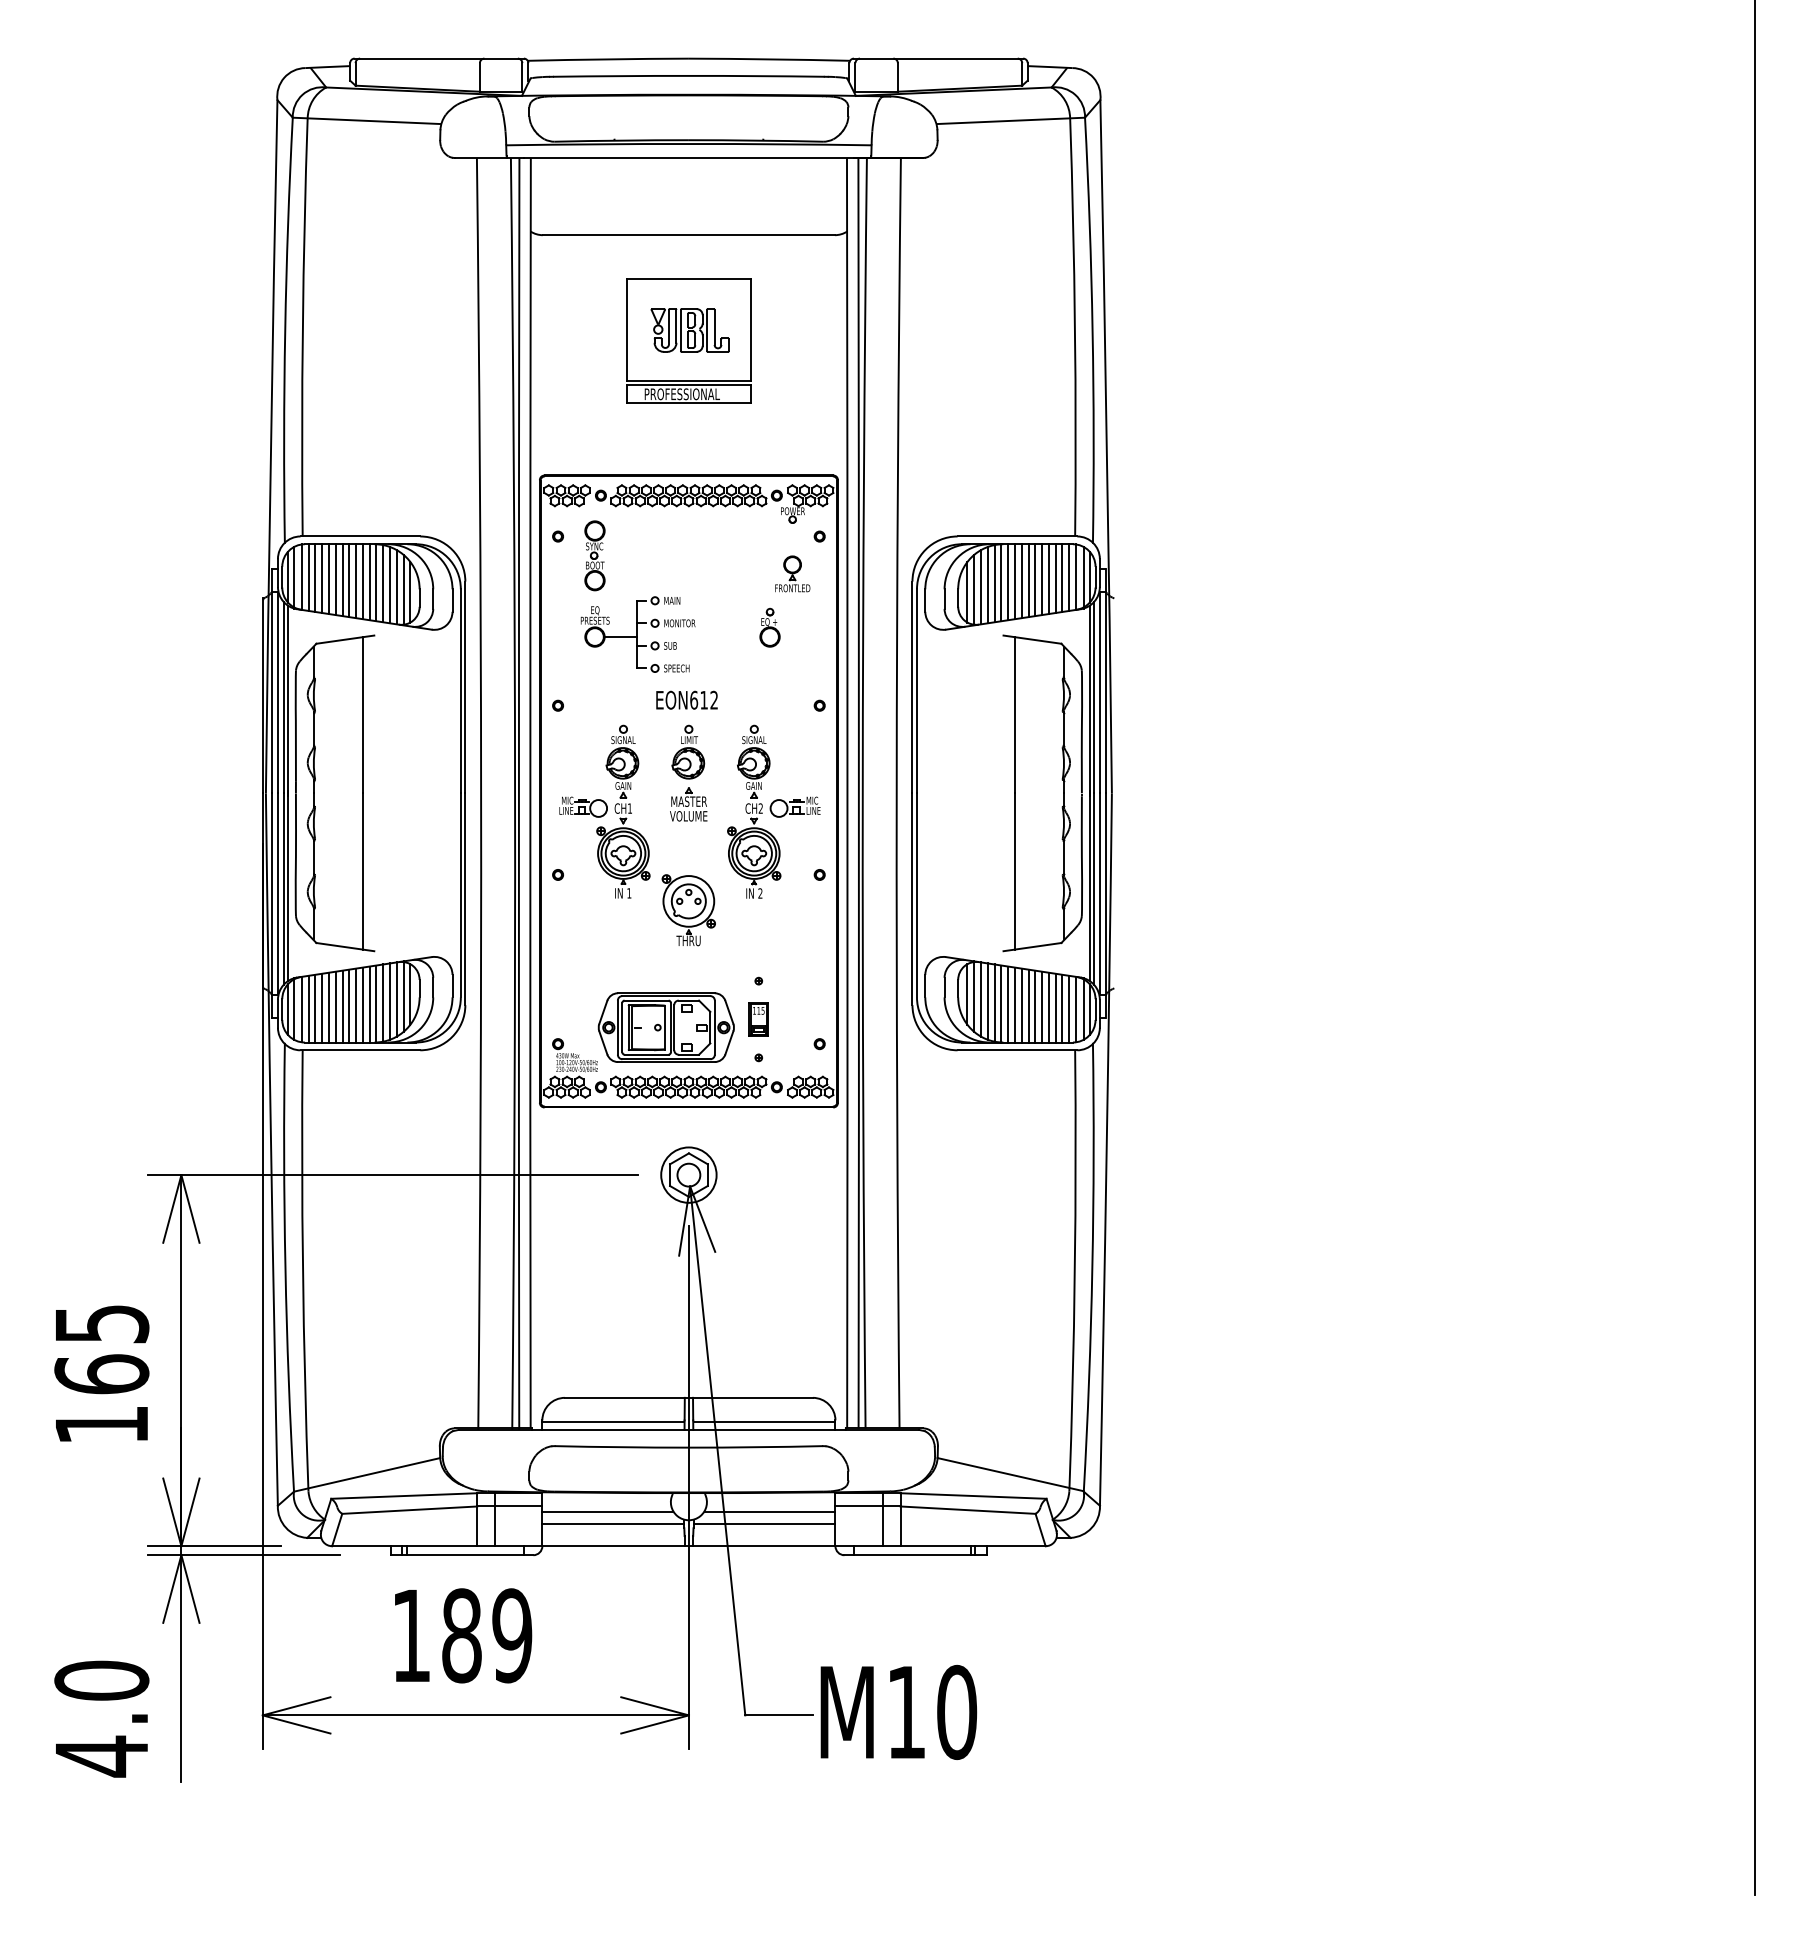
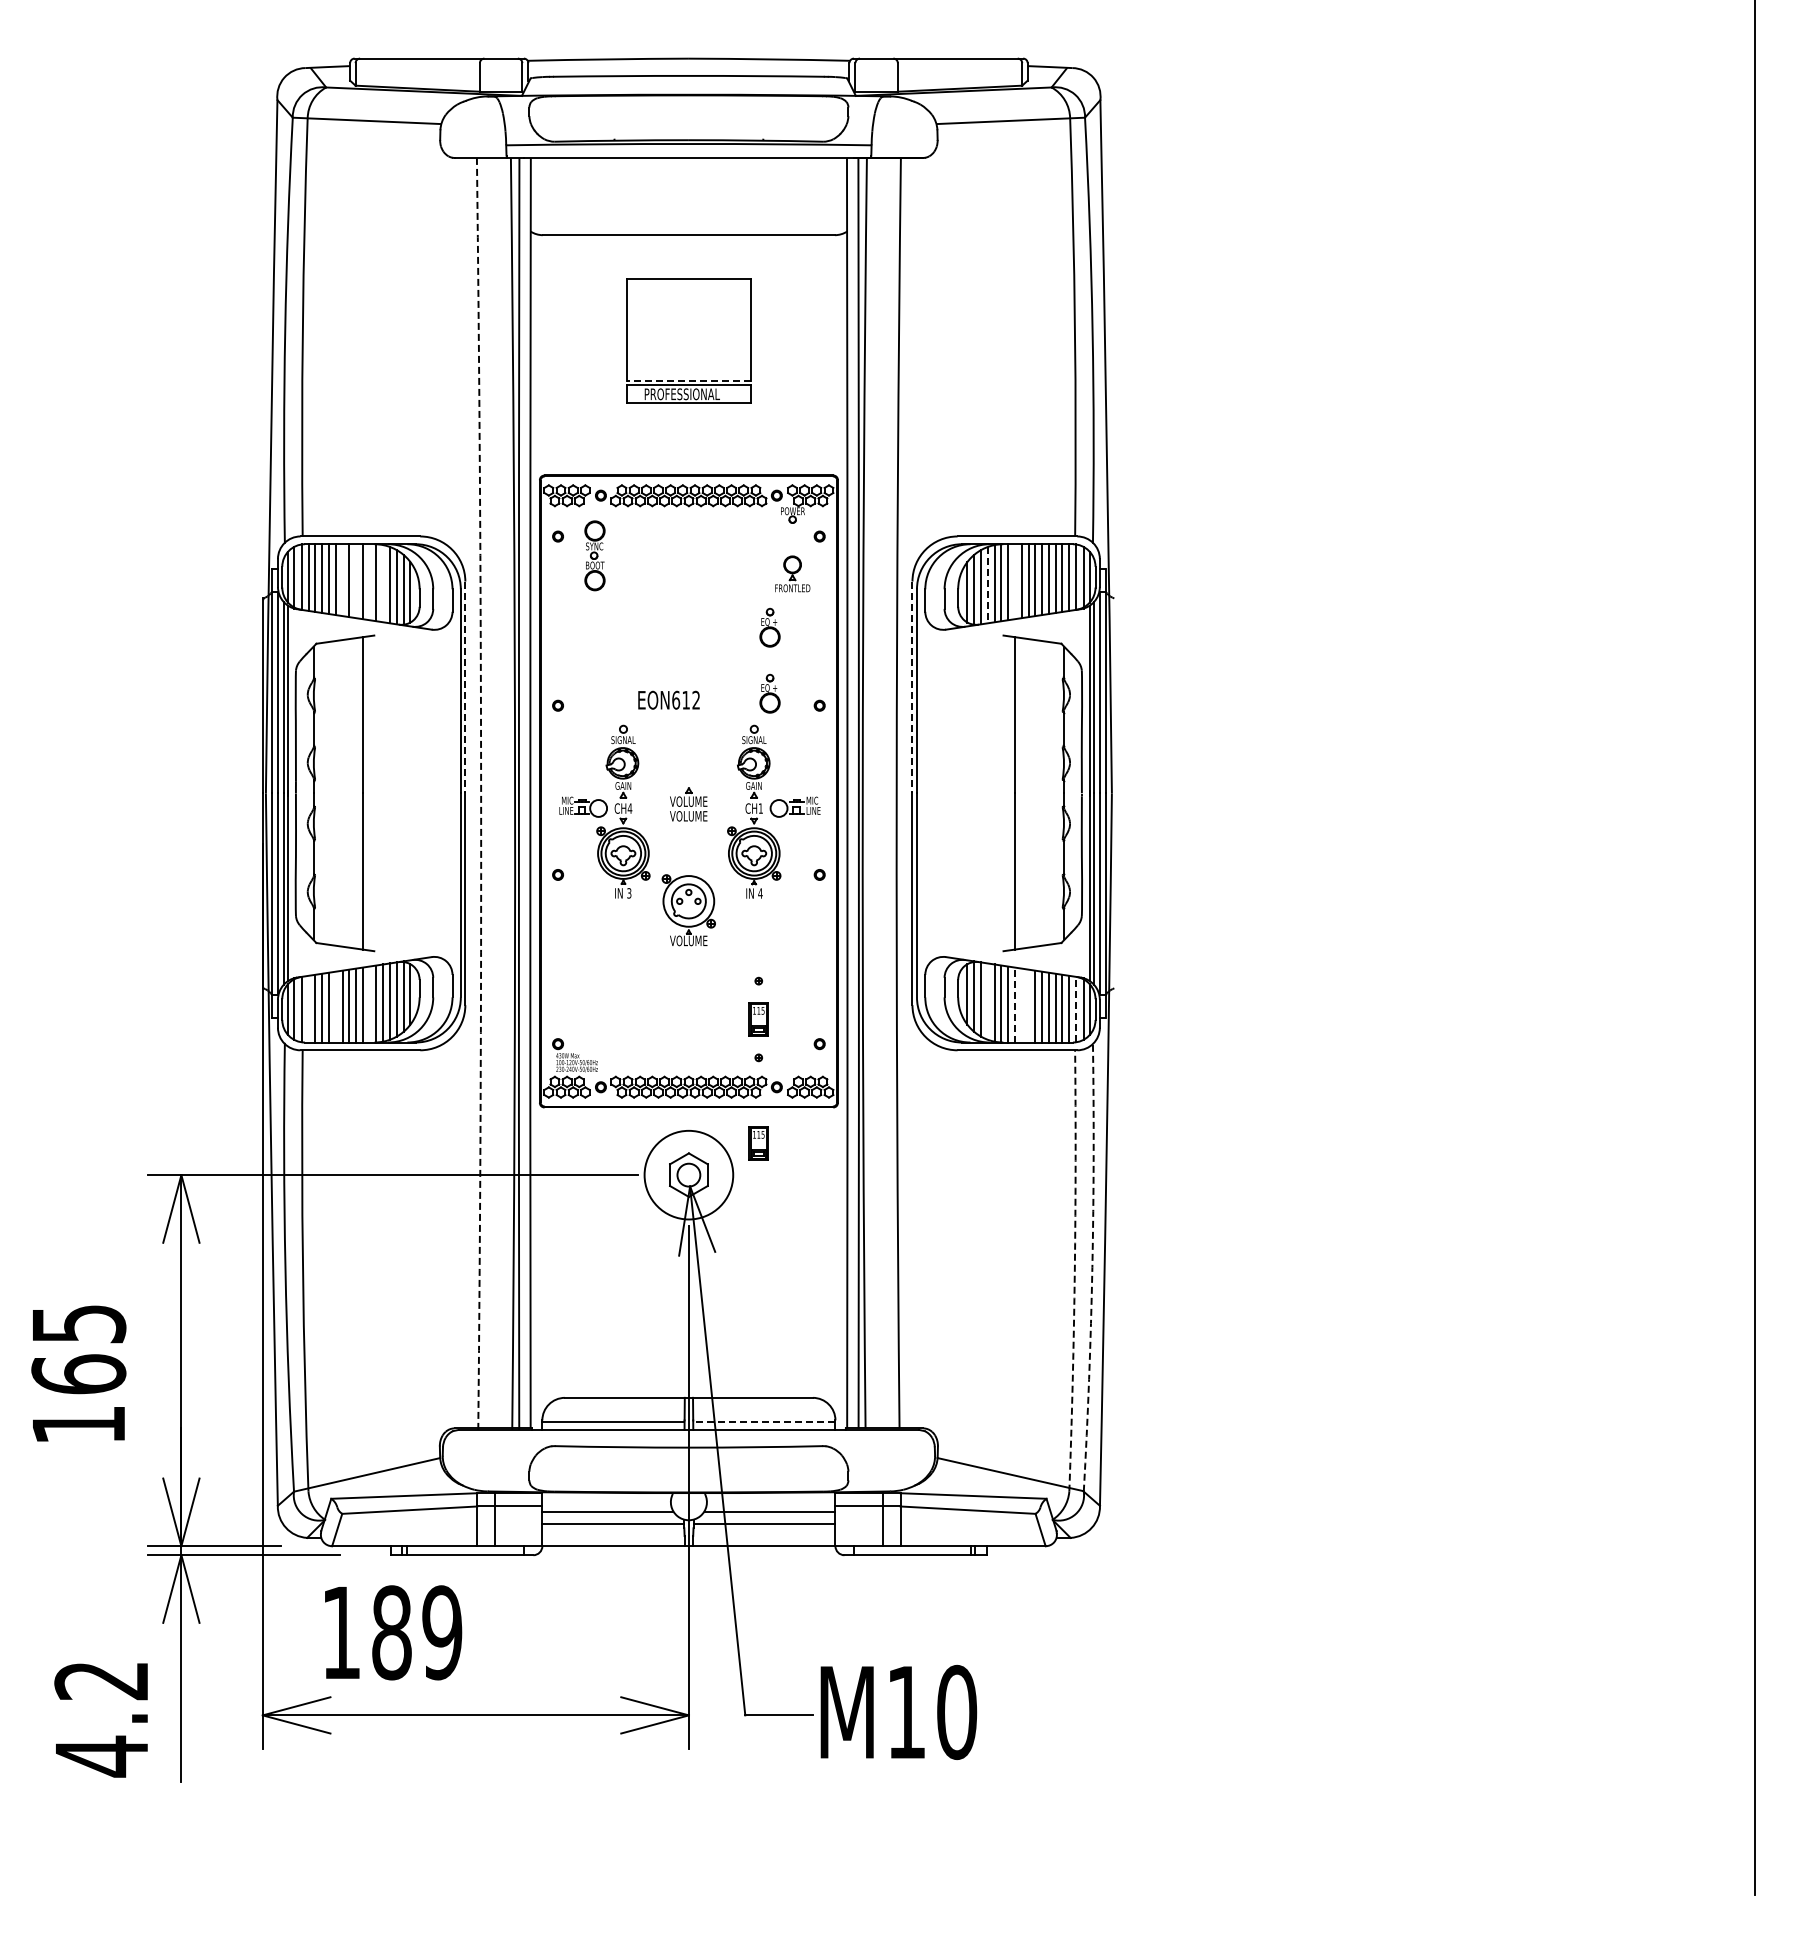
part at (689, 330): present -> none
line at (688, 380): solid -> dashed
line at (342, 580): present -> none
line at (356, 581): present -> none
line at (1014, 581): present -> none
line at (369, 582): present -> none
line at (383, 583): present -> none
line at (987, 585): solid -> dashed
part at (637, 634): present -> none
line at (465, 687): solid -> dashed
line at (912, 687): solid -> dashed
part at (769, 693): none -> present
text at (686, 699) position: (686, 699) -> (668, 699)
part at (688, 751): present -> none
arc at (481, 793): solid -> dashed
text at (688, 801): MASTER -> VOLUME
text at (629, 808): CH1 -> CH4
text at (760, 808): CH2 -> CH1
text at (629, 893): 1 -> 3
text at (760, 893): 2 -> 4
text at (688, 940): THRU -> VOLUME
line at (987, 1001): present -> none
line at (369, 1004): present -> none
line at (1014, 1004): solid -> dashed
line at (1021, 1005): present -> none
line at (1028, 1005): present -> none
line at (335, 1006): present -> none
line at (308, 1008): present -> none
line at (1076, 1009): solid -> dashed
part at (665, 1027): present -> none
part at (758, 1143): none -> present
circle at (688, 1174) diameter: 55 px -> 89 px
arc at (1092, 1267): solid -> dashed
arc at (1074, 1270): solid -> dashed
text at (101, 1373) position: (101, 1373) -> (78, 1373)
line at (764, 1422): solid -> dashed
text at (463, 1635) position: (463, 1635) -> (393, 1632)
text at (101, 1680): 4.0 -> 4.2
